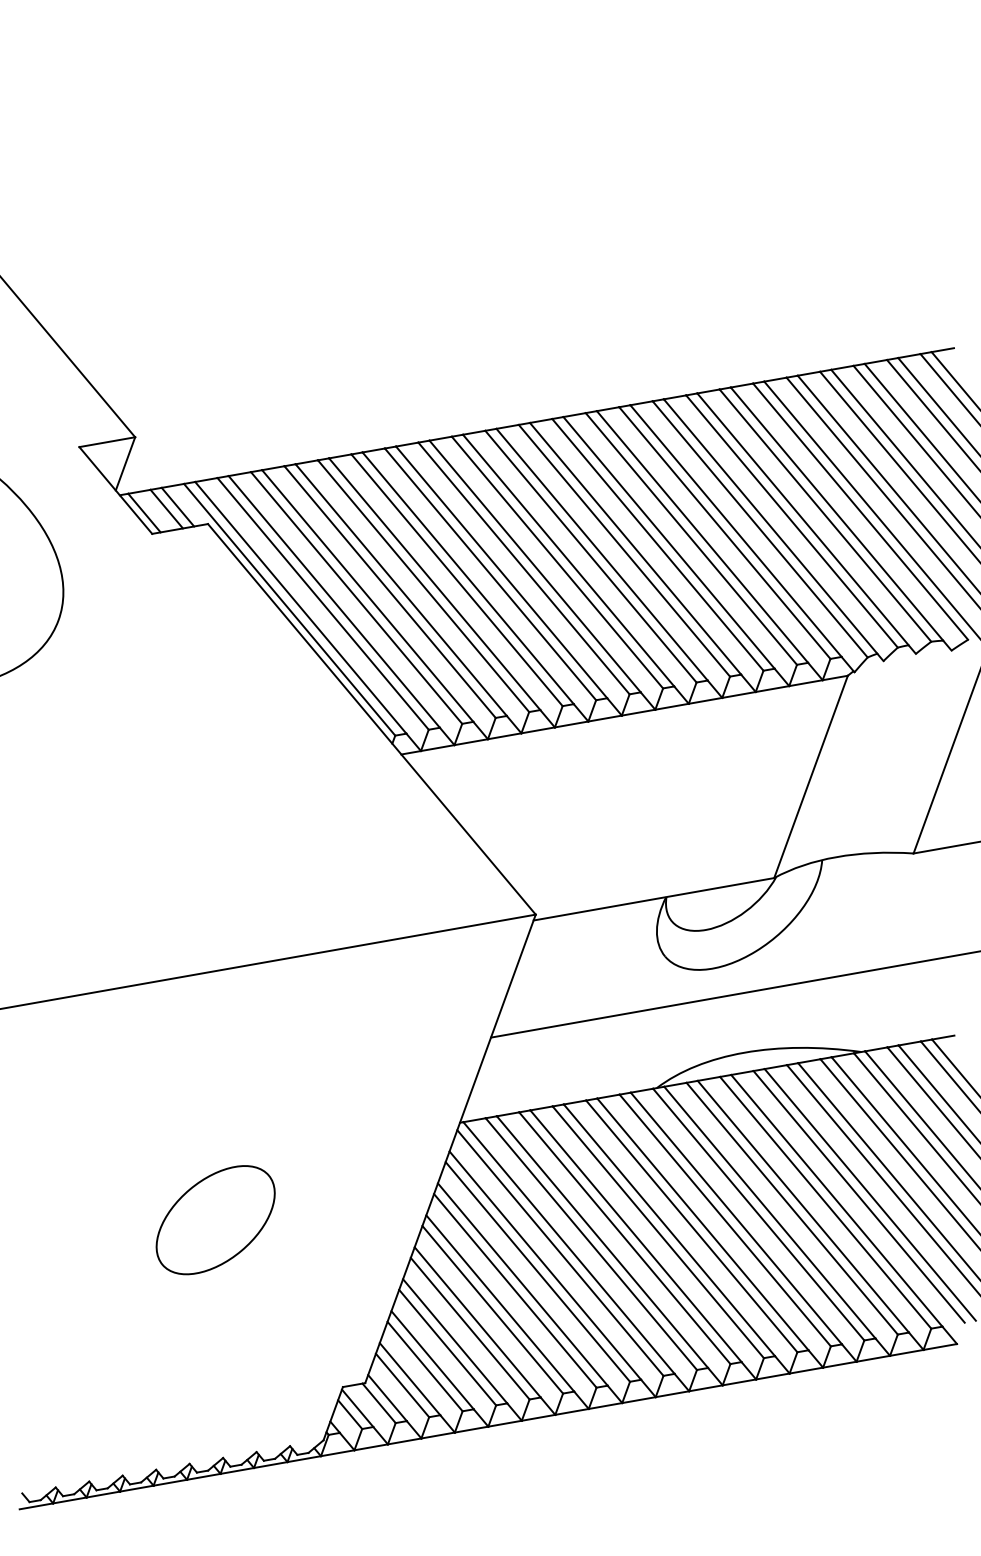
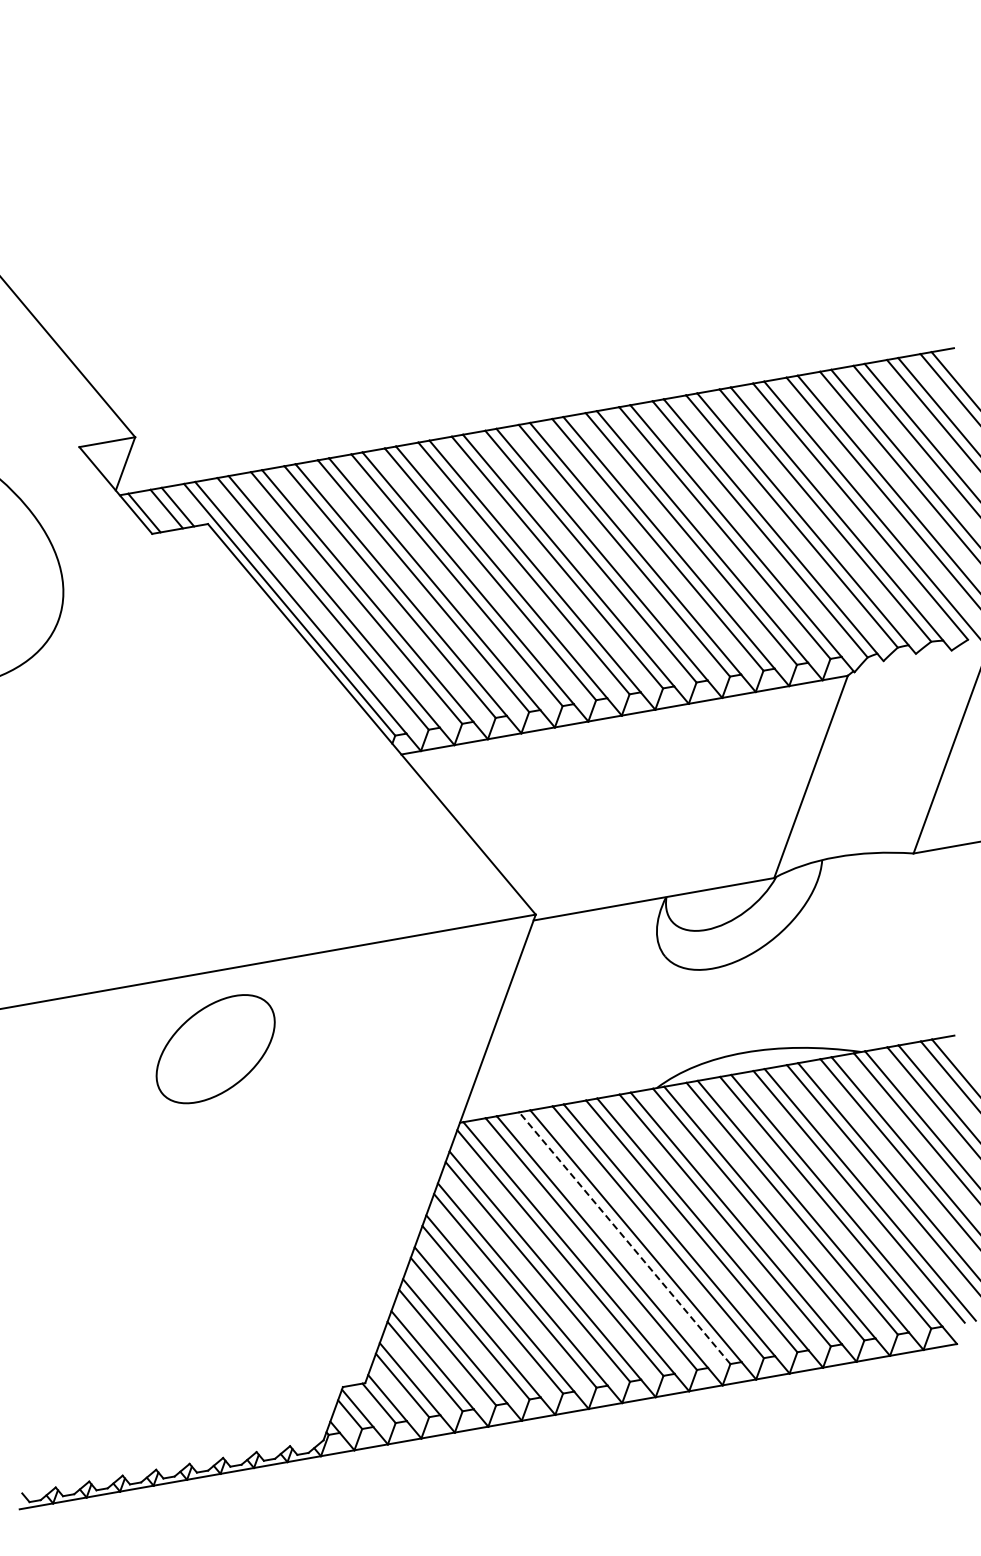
line at (734, 994): present -> none
part at (215, 1220) position: (215, 1220) -> (215, 1049)
line at (624, 1237): solid -> dashed
